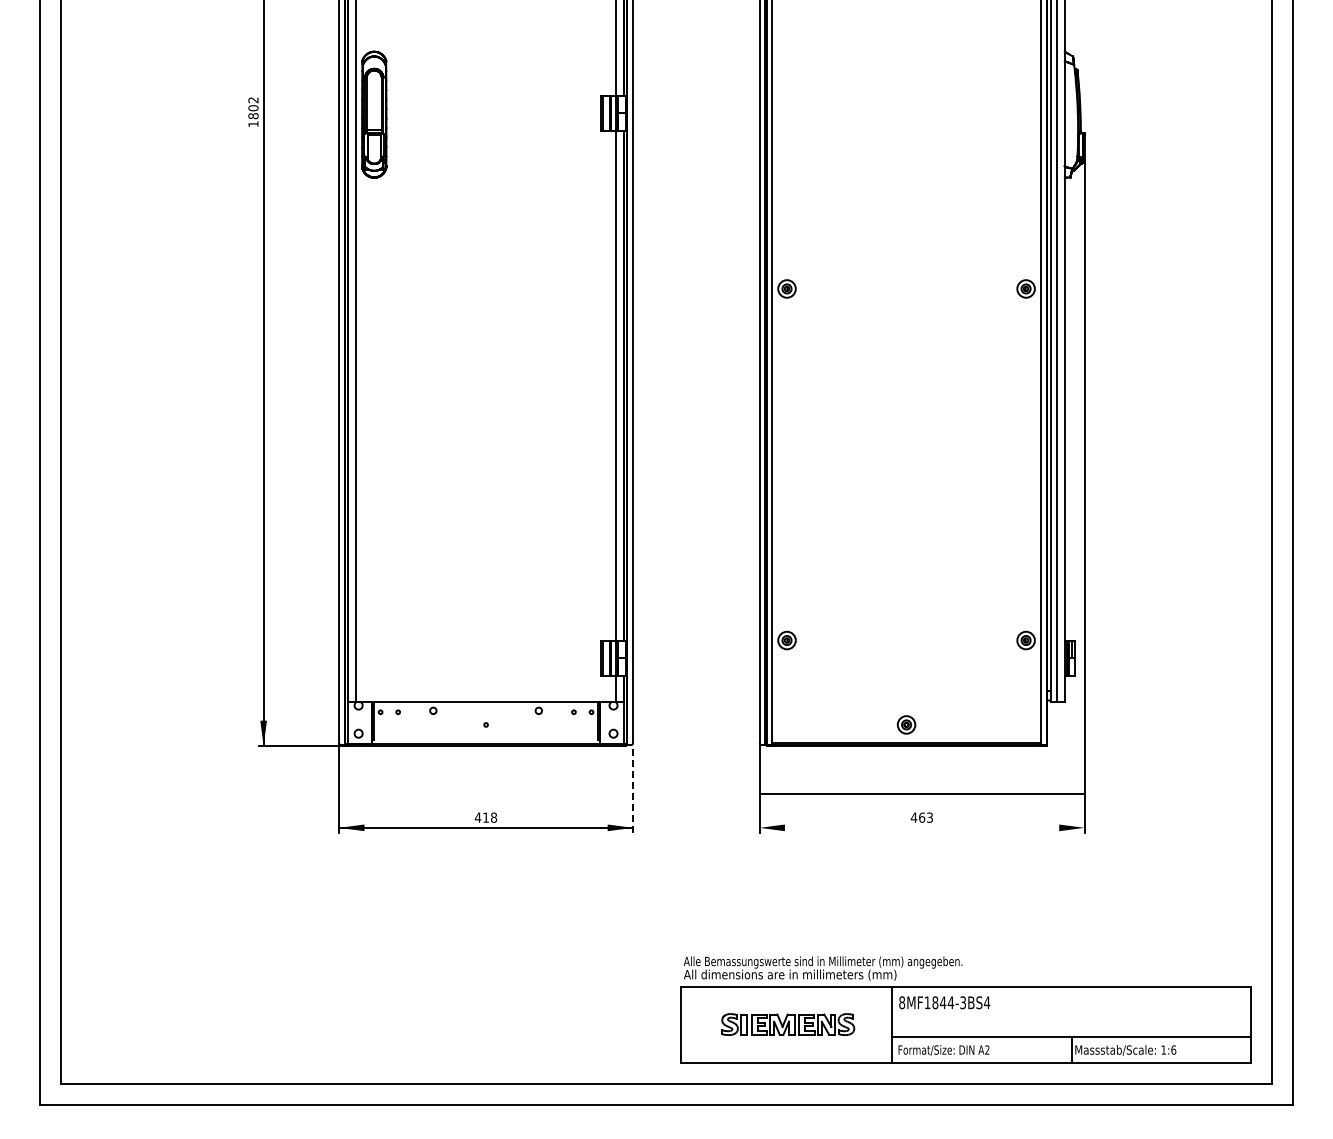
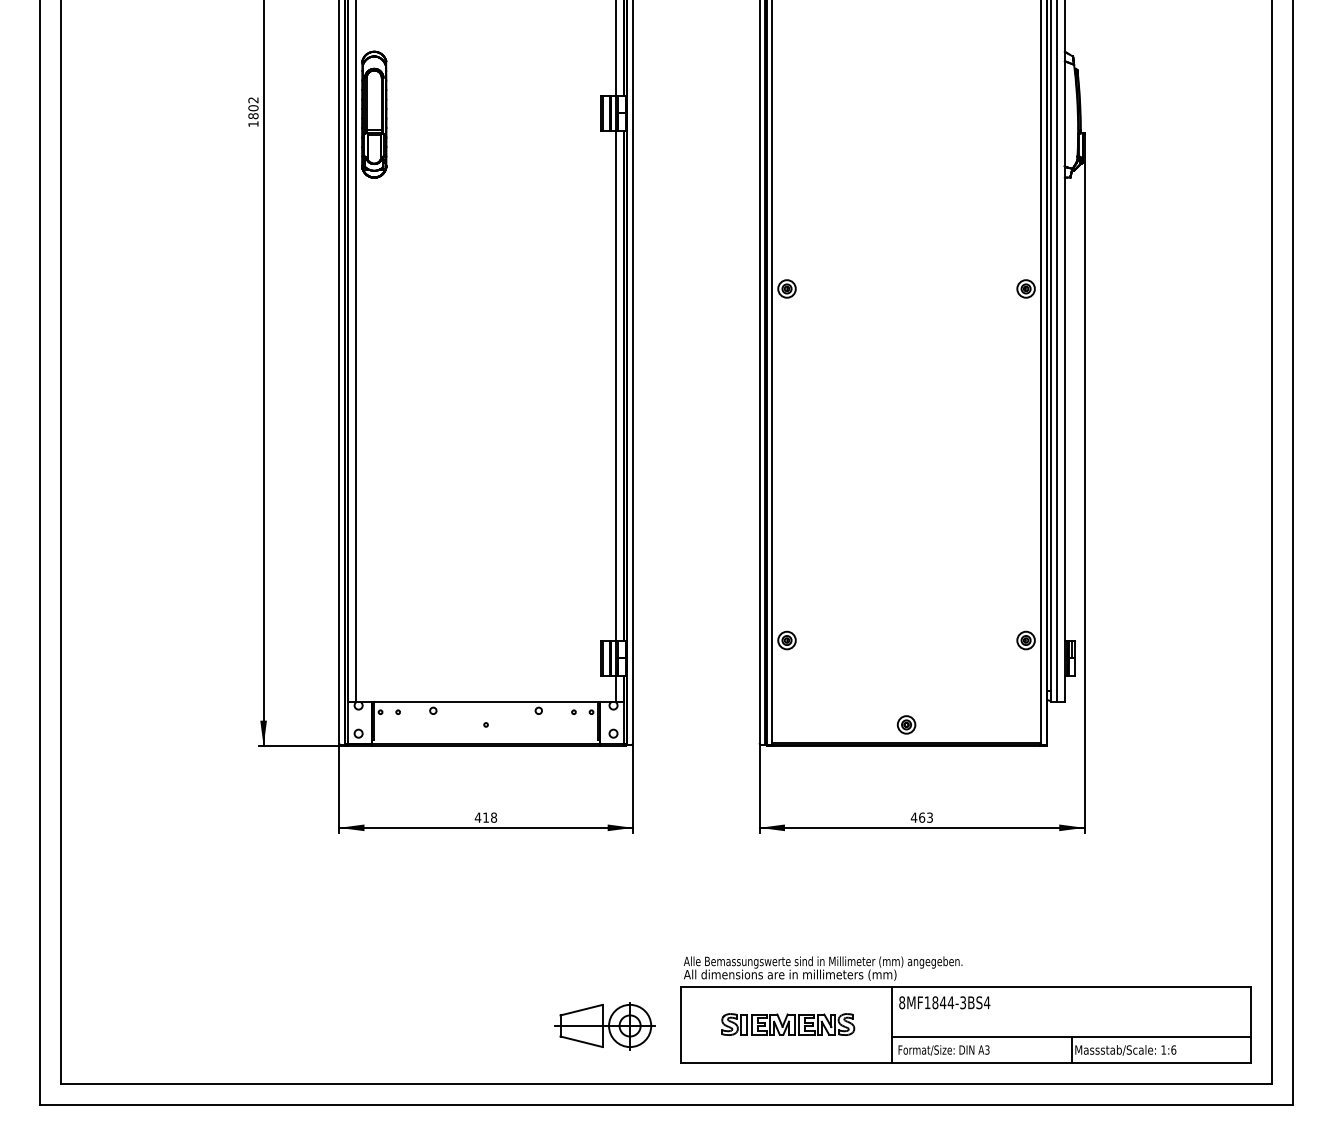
line at (633, 788): dashed -> solid
line at (921, 793) position: (921, 793) -> (921, 827)
part at (604, 1026): none -> present
text at (987, 1050): A2 -> A3
